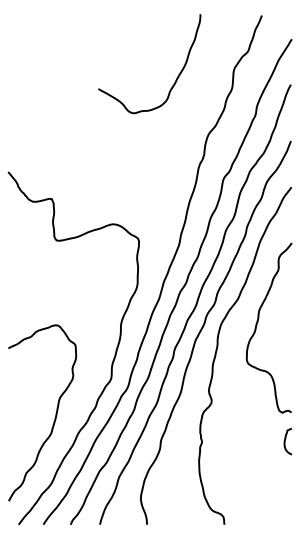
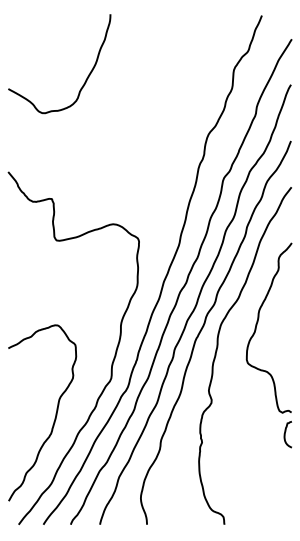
curve at (175, 79) position: (175, 79) -> (85, 79)
curve at (285, 441) position: (285, 441) -> (285, 434)
